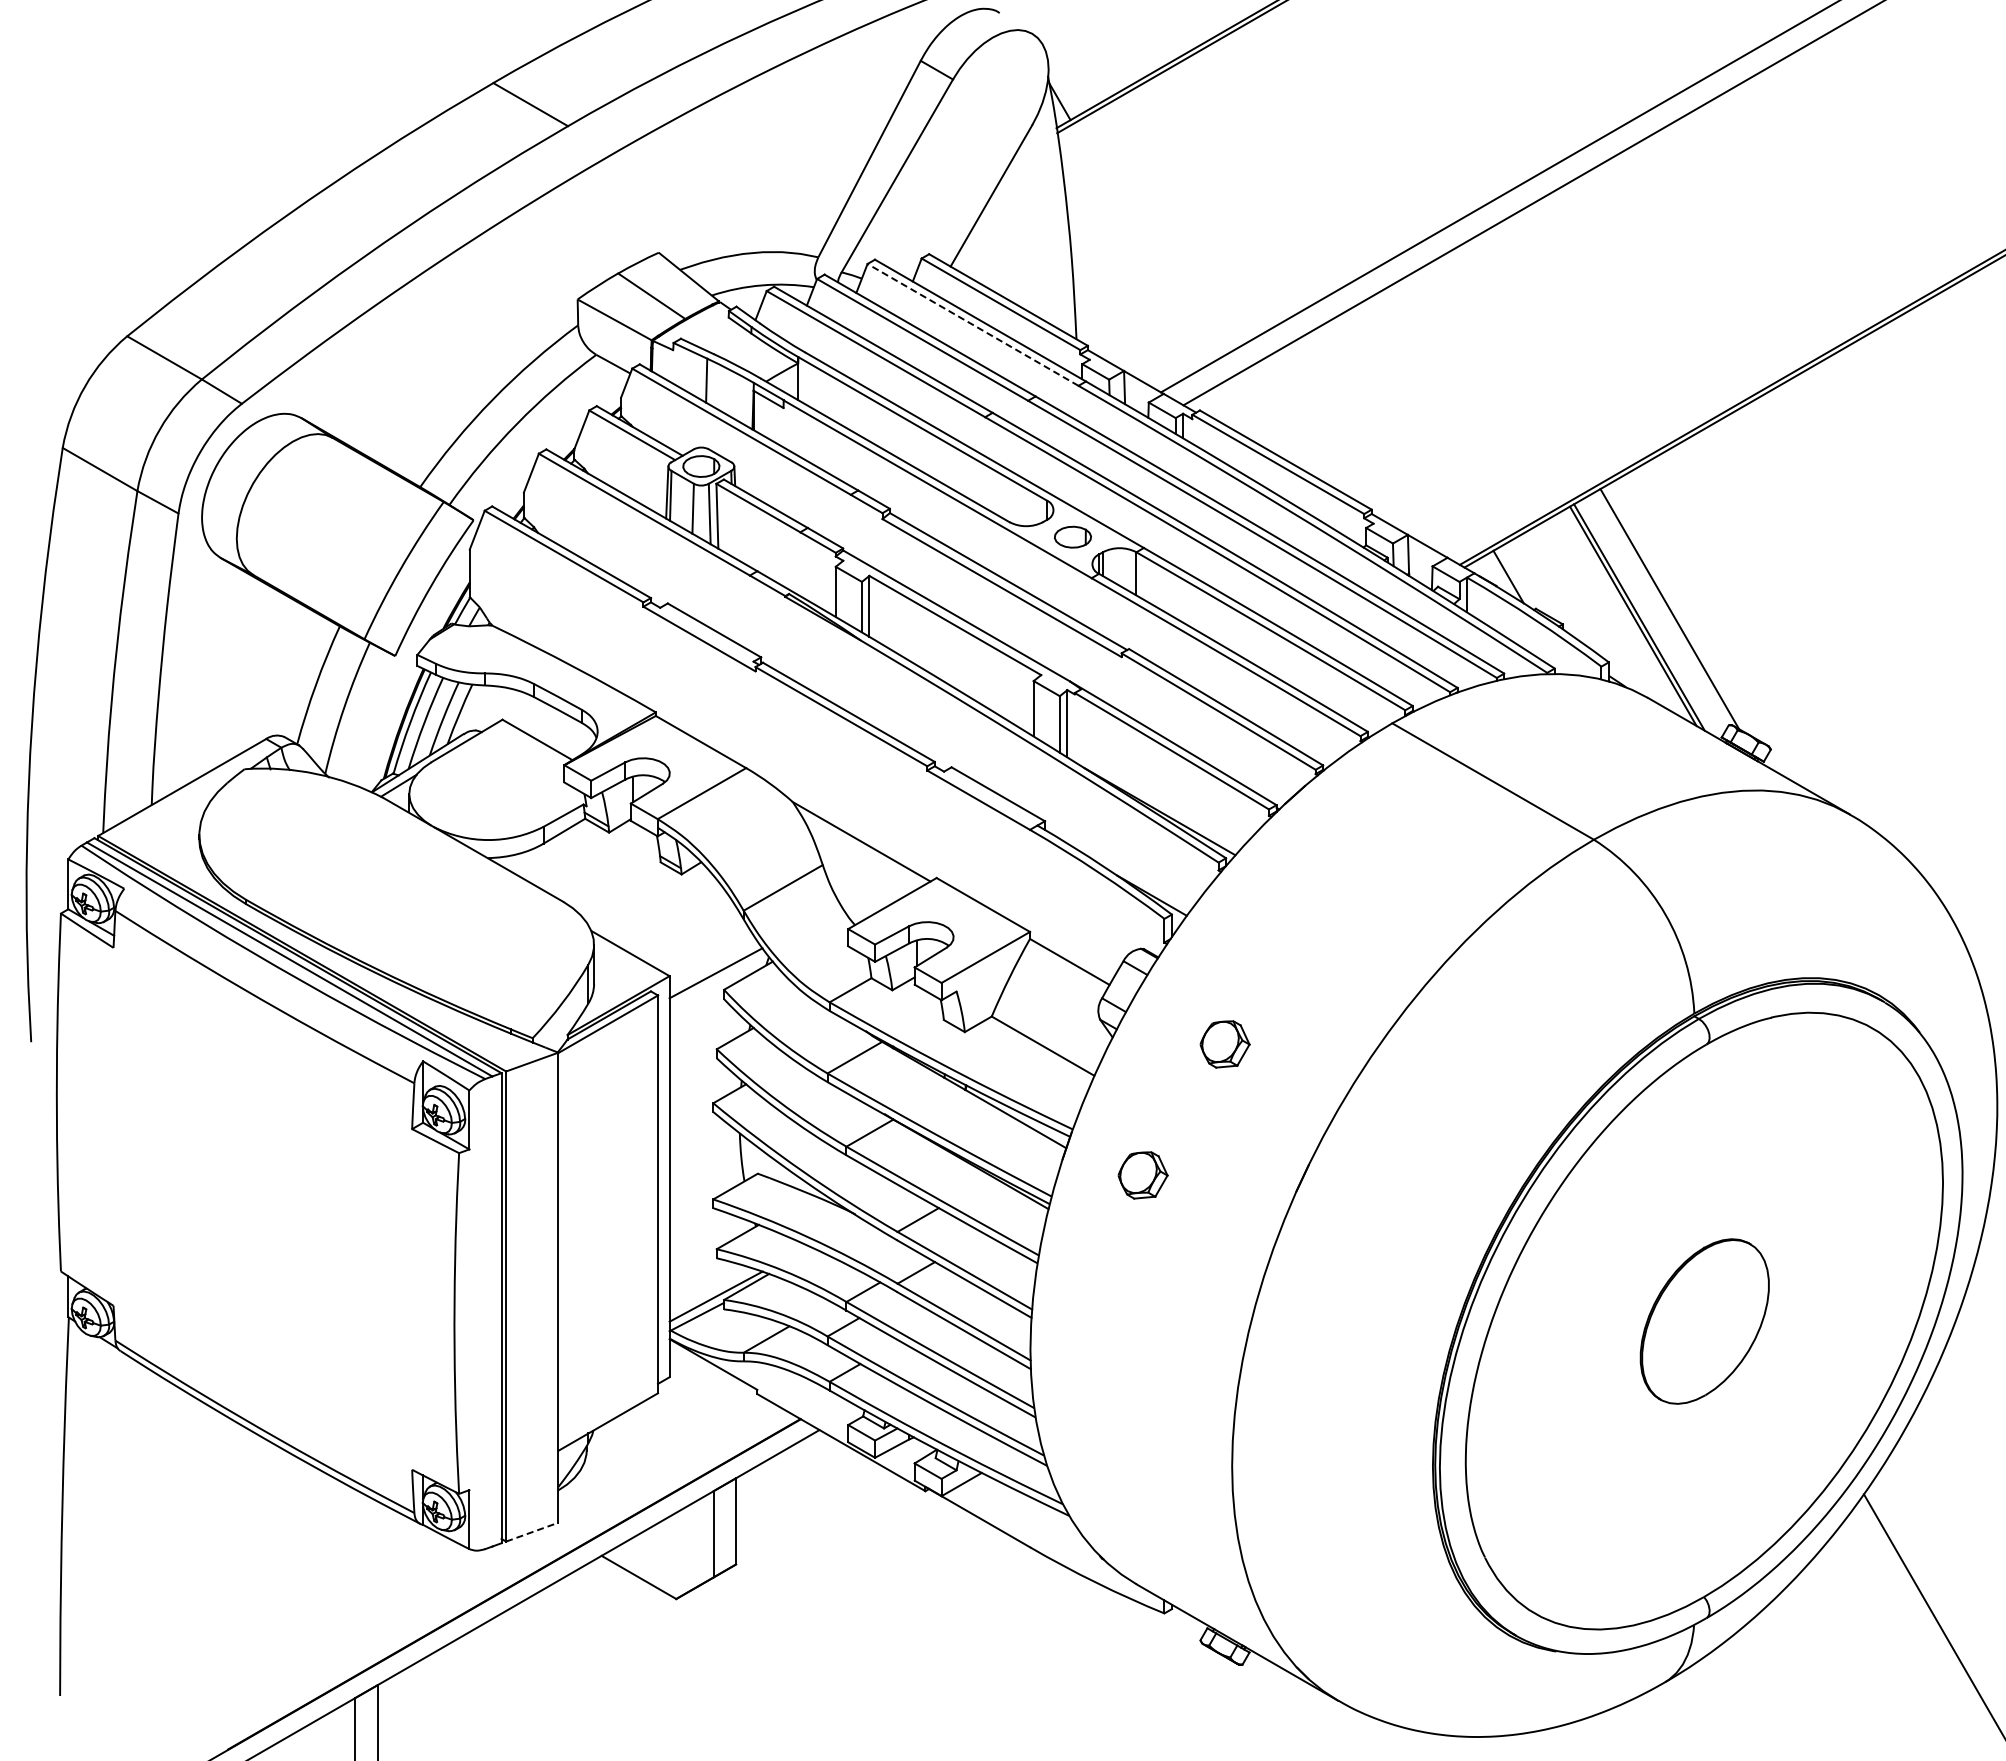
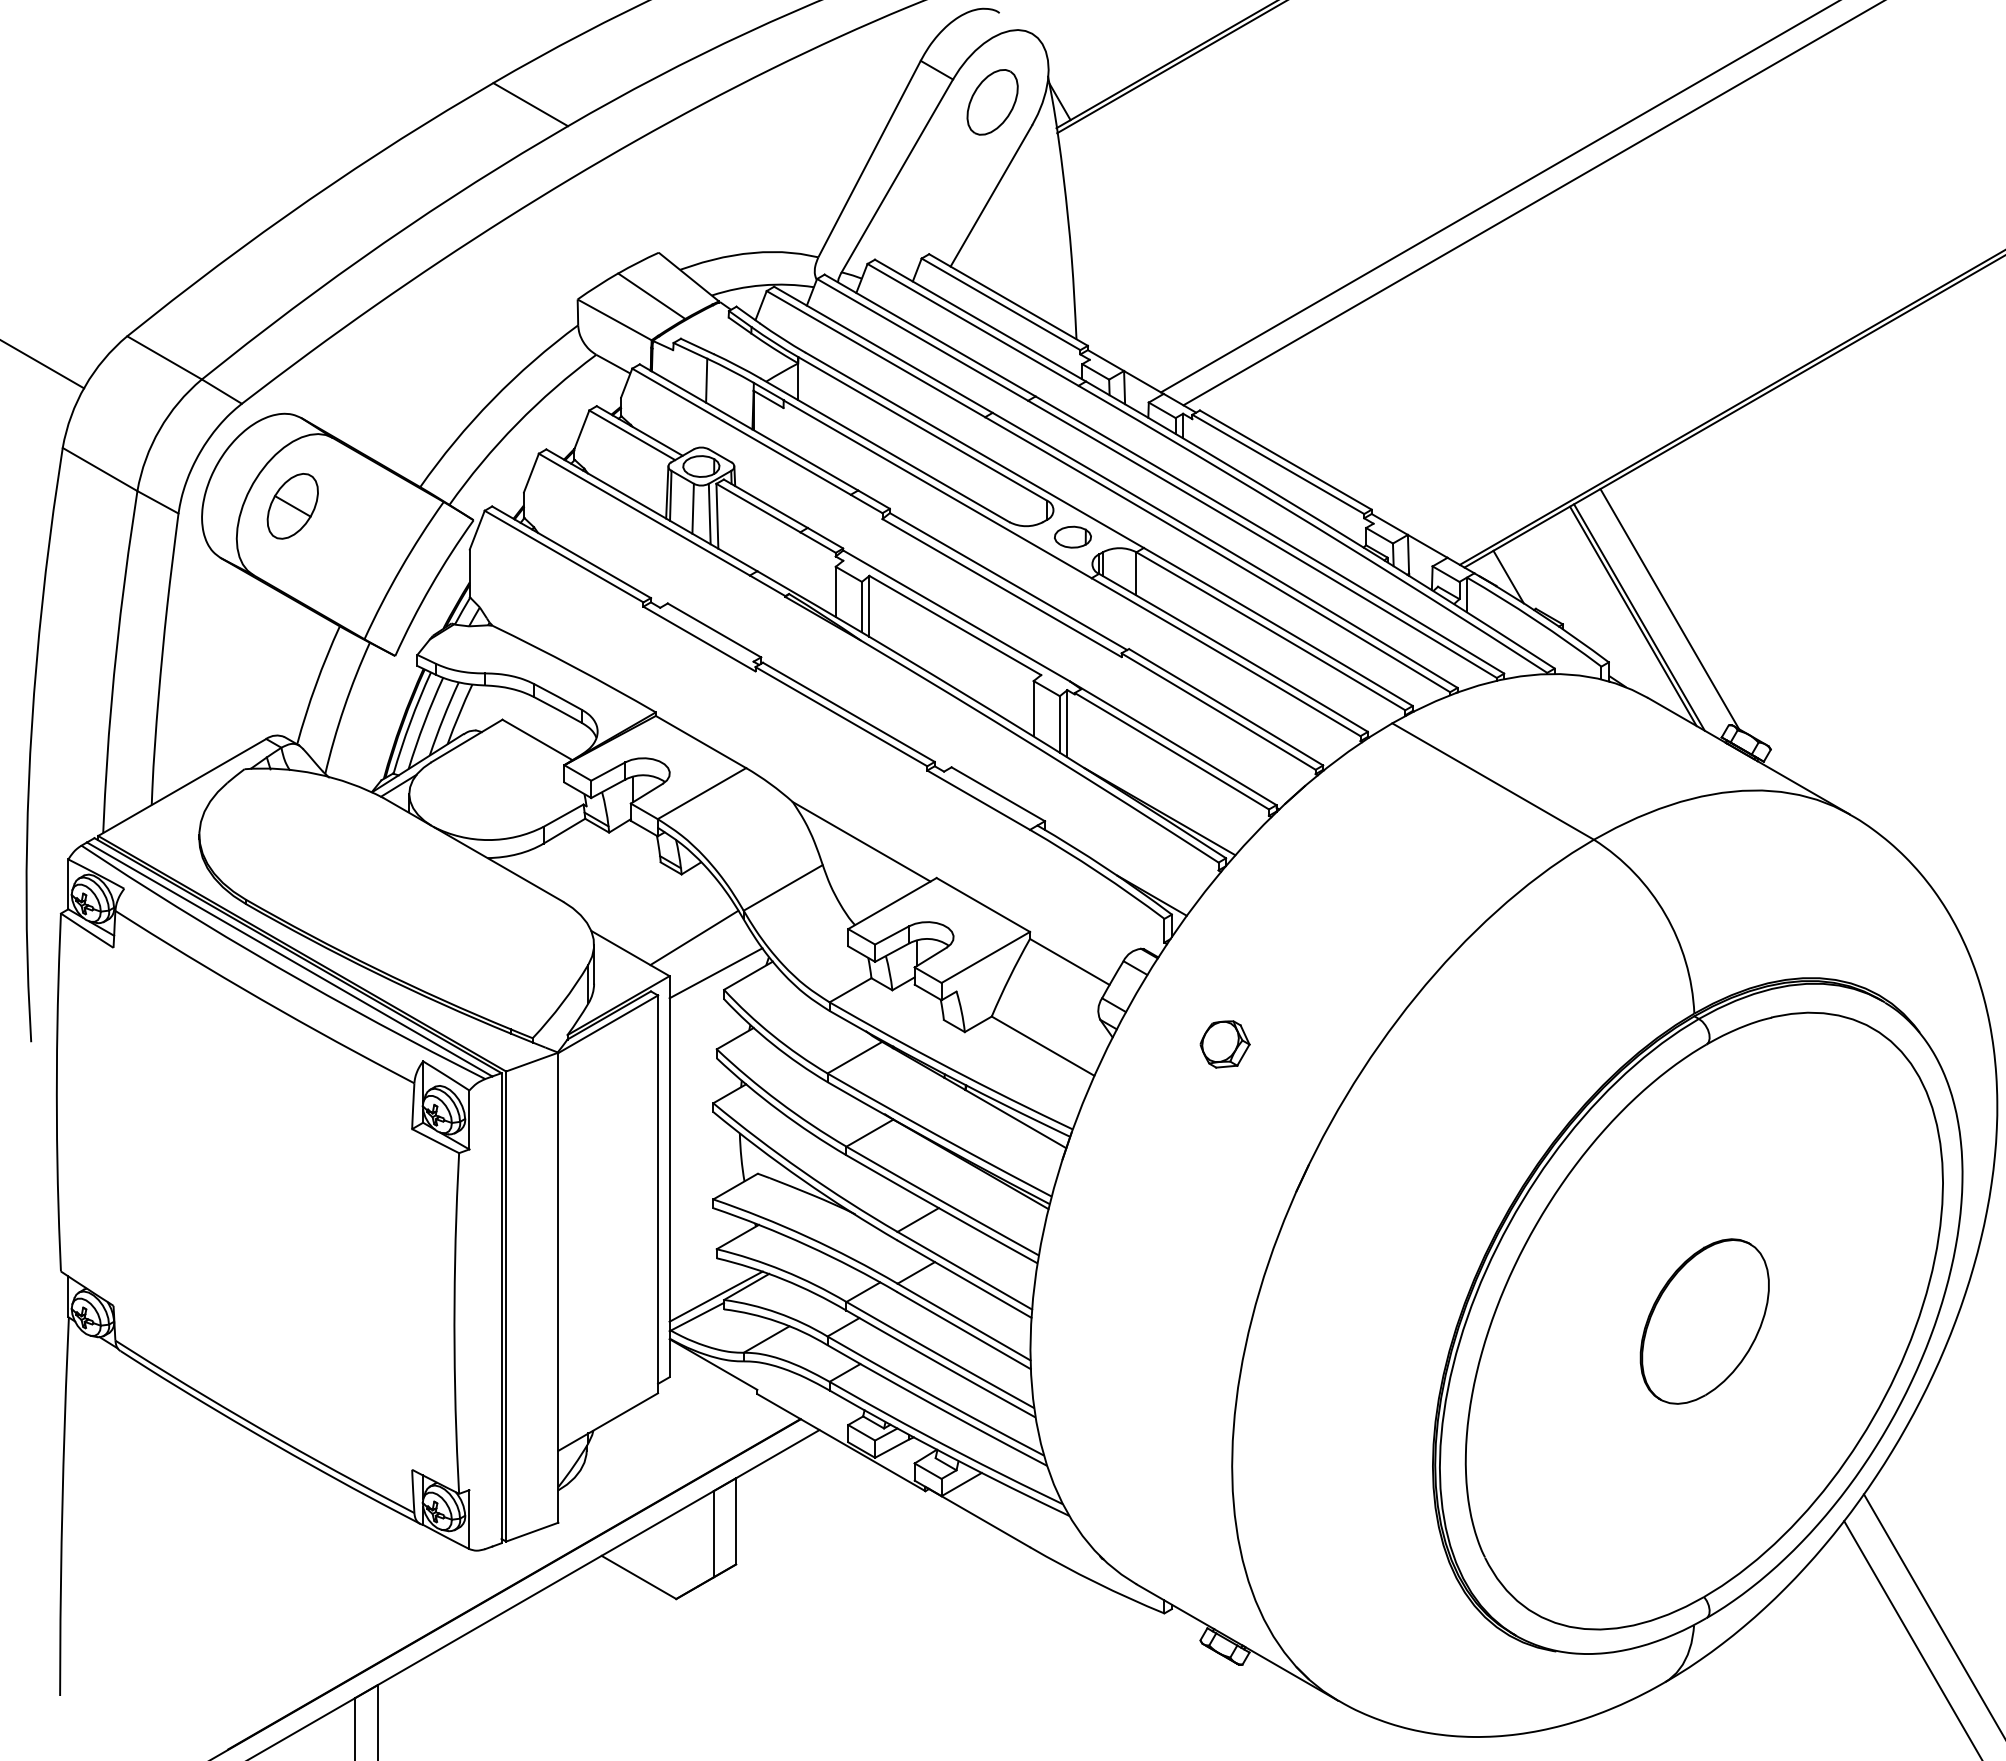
part at (992, 102): none -> present
line at (973, 324): dashed -> solid
line at (43, 364): none -> present
part at (292, 506): none -> present
line at (694, 937): none -> present
part at (1142, 1175): present -> none
line at (532, 1532): dashed -> solid
line at (1912, 1639): none -> present
